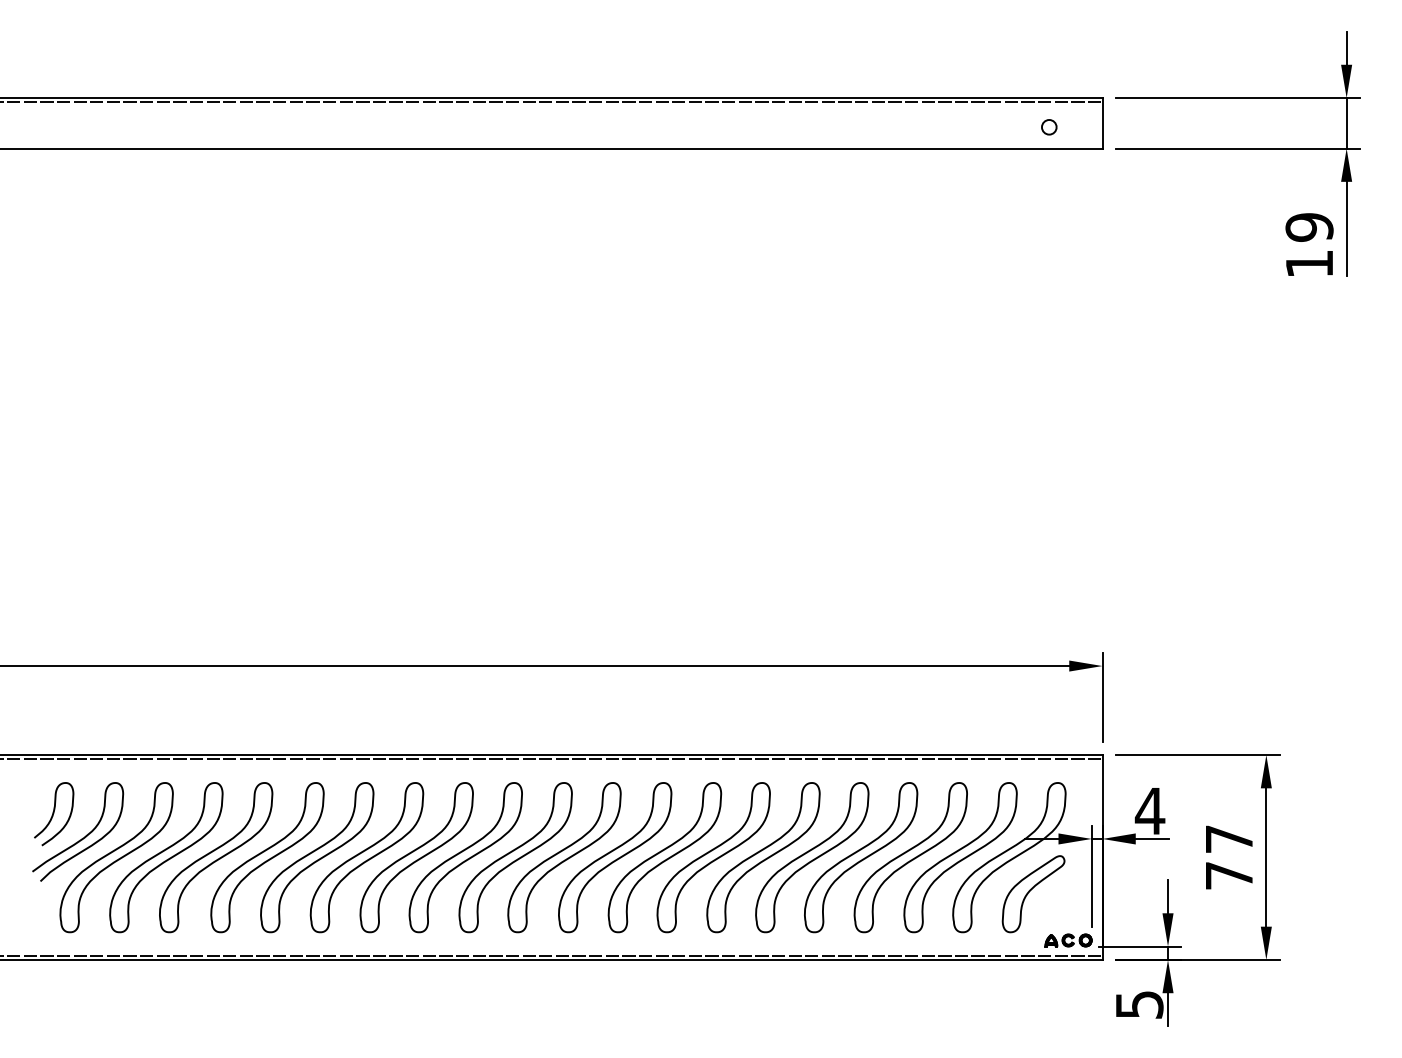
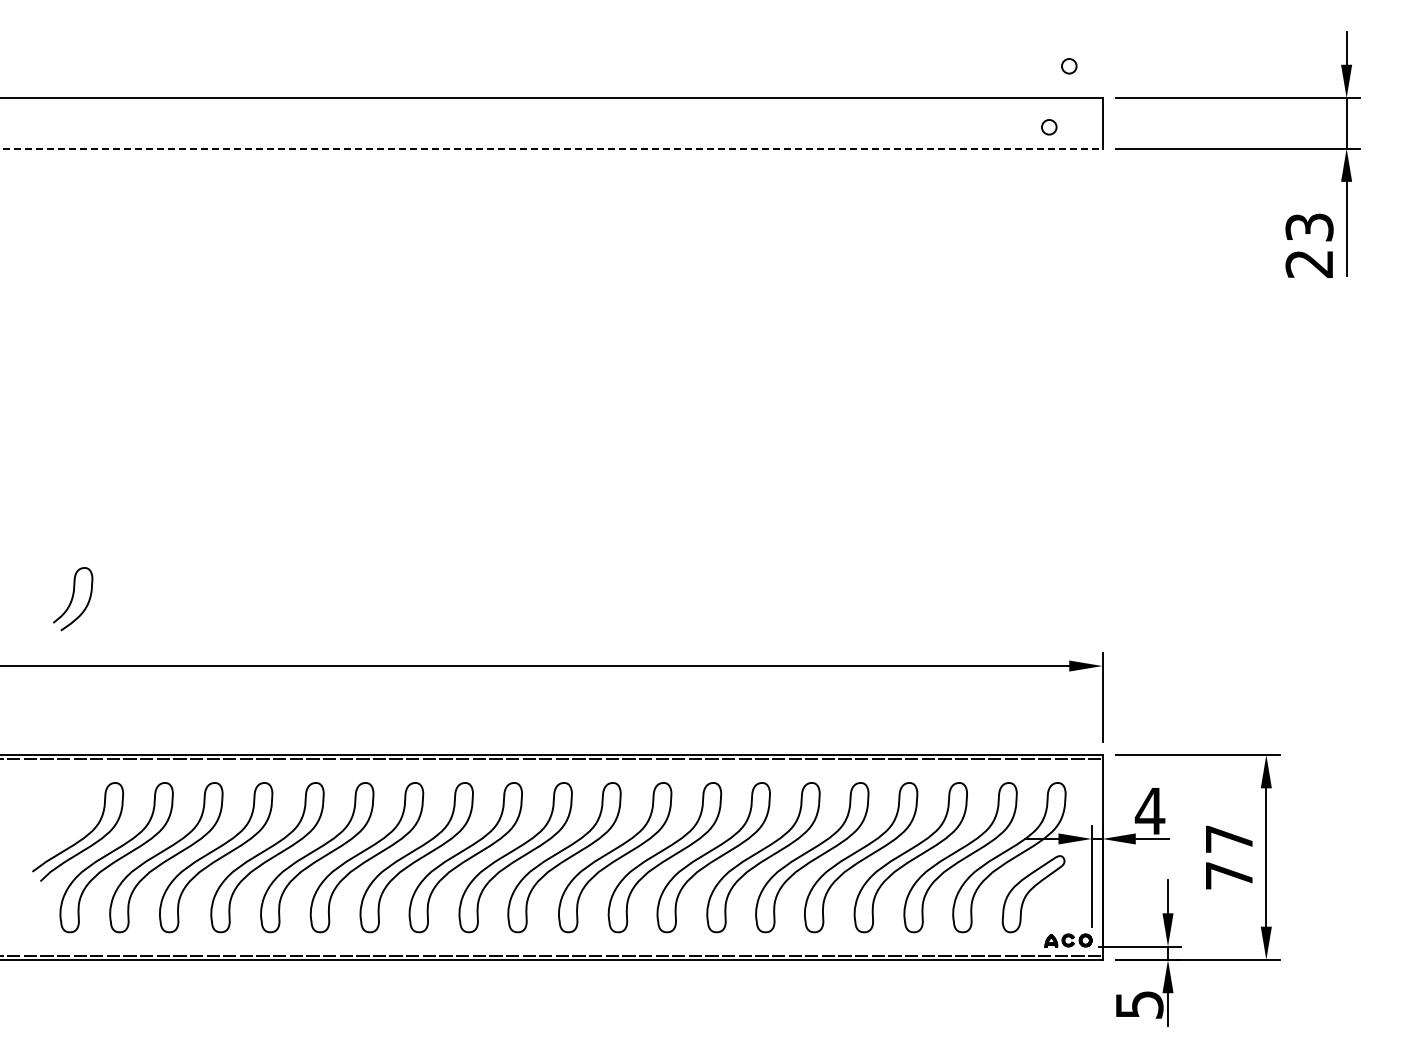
circle at (1069, 66): none -> present
line at (552, 102): present -> none
line at (551, 148): solid -> dashed
text at (1309, 245): 19 -> 23
curve at (54, 813) position: (54, 813) -> (73, 598)
